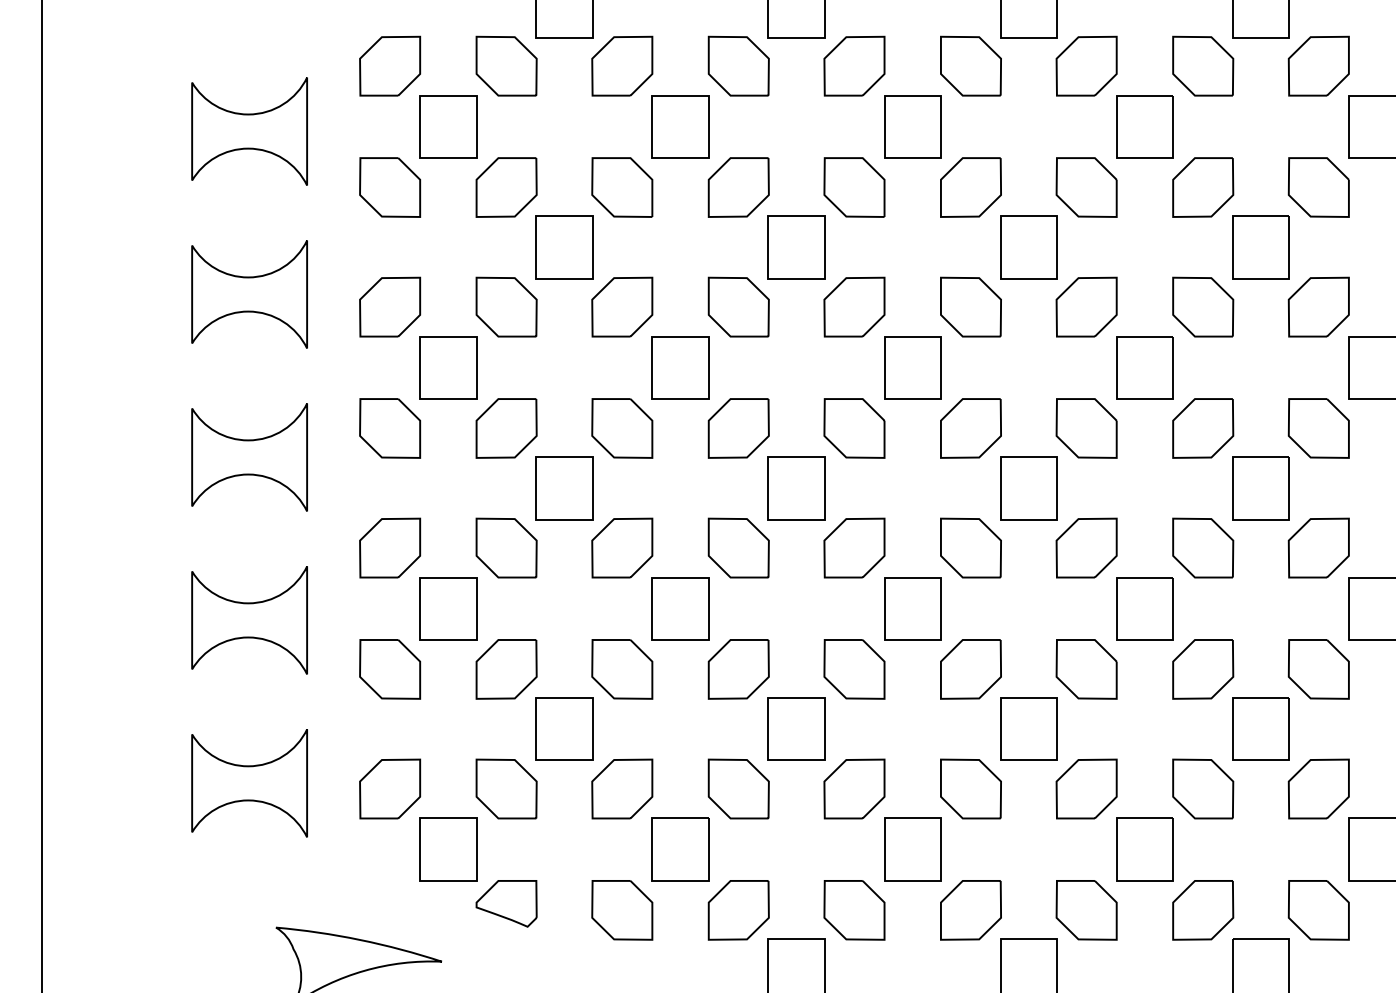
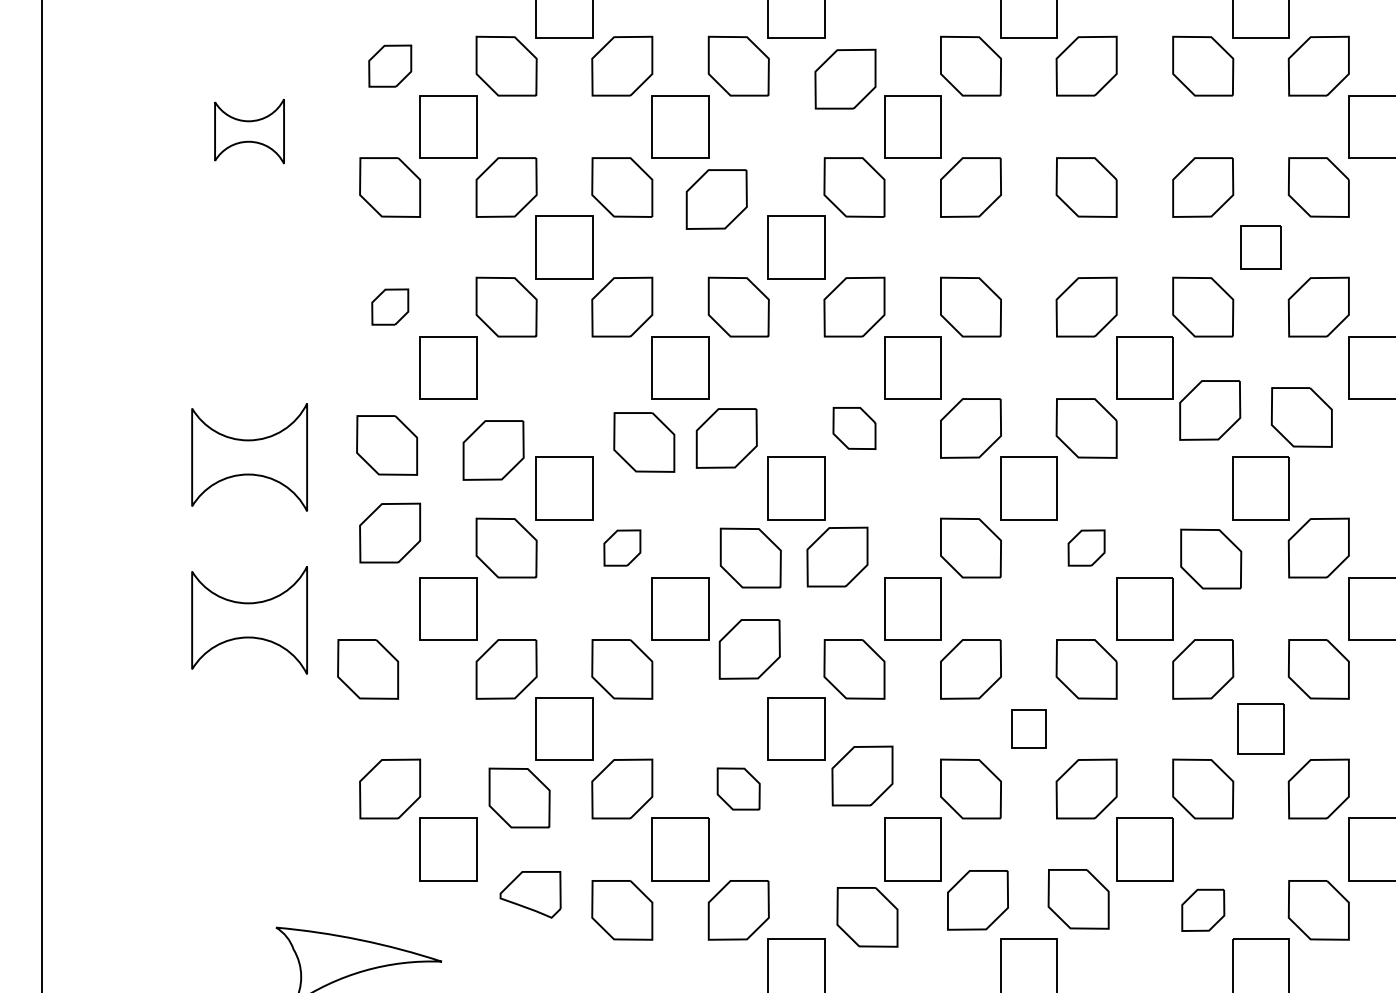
part at (390, 65) size: 63x62 px -> 45x44 px
part at (854, 65) position: (854, 65) -> (845, 78)
part at (1144, 126): present -> none
part at (249, 131) size: 117x109 px -> 71x66 px
part at (738, 187) position: (738, 187) -> (716, 199)
part at (1028, 247): present -> none
part at (1260, 247) size: 58x65 px -> 42x45 px
part at (249, 294): present -> none
part at (390, 306) size: 63x62 px -> 39x38 px
part at (390, 428) position: (390, 428) -> (387, 445)
part at (506, 428) position: (506, 428) -> (493, 450)
part at (622, 428) position: (622, 428) -> (644, 442)
part at (738, 428) position: (738, 428) -> (726, 438)
part at (854, 428) size: 63x61 px -> 45x43 px
part at (1203, 428) position: (1203, 428) -> (1210, 410)
part at (1318, 428) position: (1318, 428) -> (1301, 417)
part at (390, 547) position: (390, 547) -> (390, 532)
part at (622, 547) size: 63x62 px -> 39x38 px
part at (738, 547) position: (738, 547) -> (750, 557)
part at (854, 547) position: (854, 547) -> (837, 556)
part at (1086, 547) size: 63x62 px -> 39x38 px
part at (1203, 547) position: (1203, 547) -> (1211, 558)
part at (390, 669) position: (390, 669) -> (368, 669)
part at (738, 669) position: (738, 669) -> (749, 649)
part at (1028, 728) size: 58x64 px -> 36x40 px
part at (1260, 728) size: 58x64 px -> 48x52 px
part at (249, 783): present -> none
part at (506, 788) position: (506, 788) -> (519, 797)
part at (738, 788) size: 63x62 px -> 45x44 px
part at (854, 788) position: (854, 788) -> (862, 775)
part at (506, 903) position: (506, 903) -> (530, 894)
part at (854, 910) position: (854, 910) -> (867, 917)
part at (970, 910) position: (970, 910) -> (977, 900)
part at (1086, 910) position: (1086, 910) -> (1078, 899)
part at (1203, 910) size: 63x61 px -> 45x44 px
